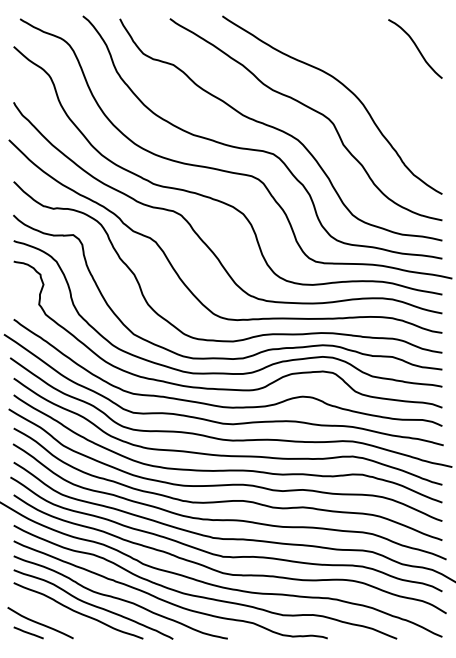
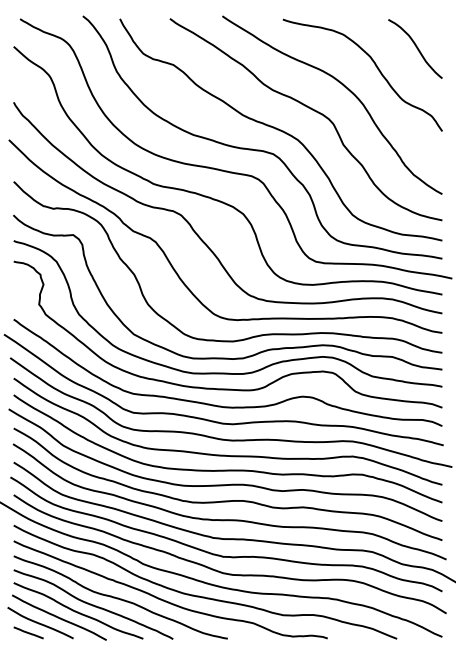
curve at (375, 66): none -> present
curve at (59, 617): none -> present
